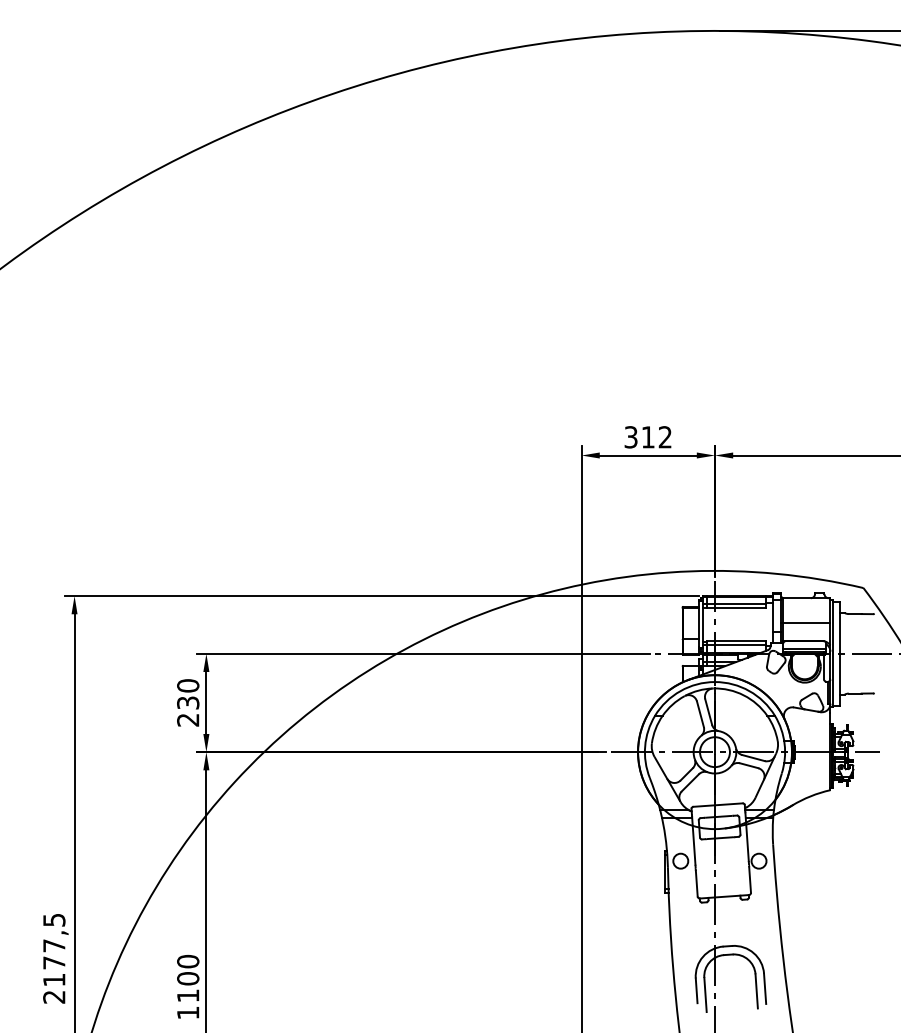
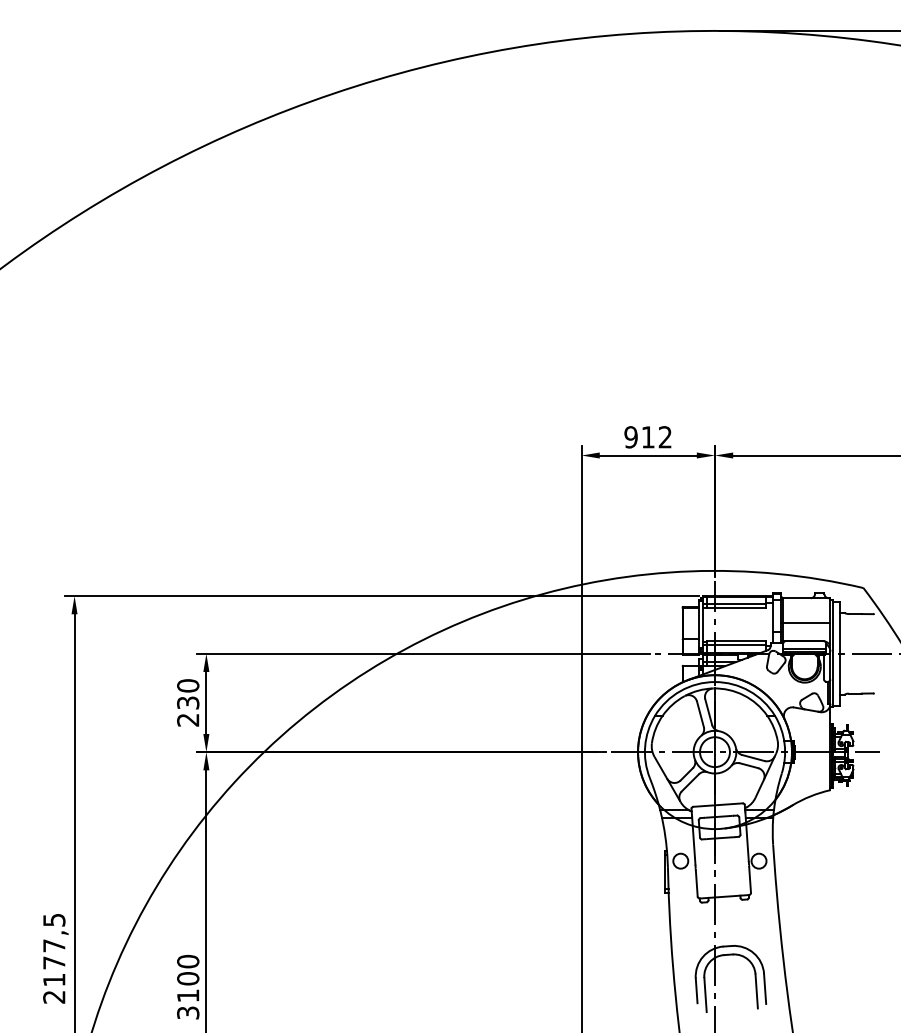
text at (630, 437): 312 -> 912
text at (188, 1012): 1100 -> 3100
